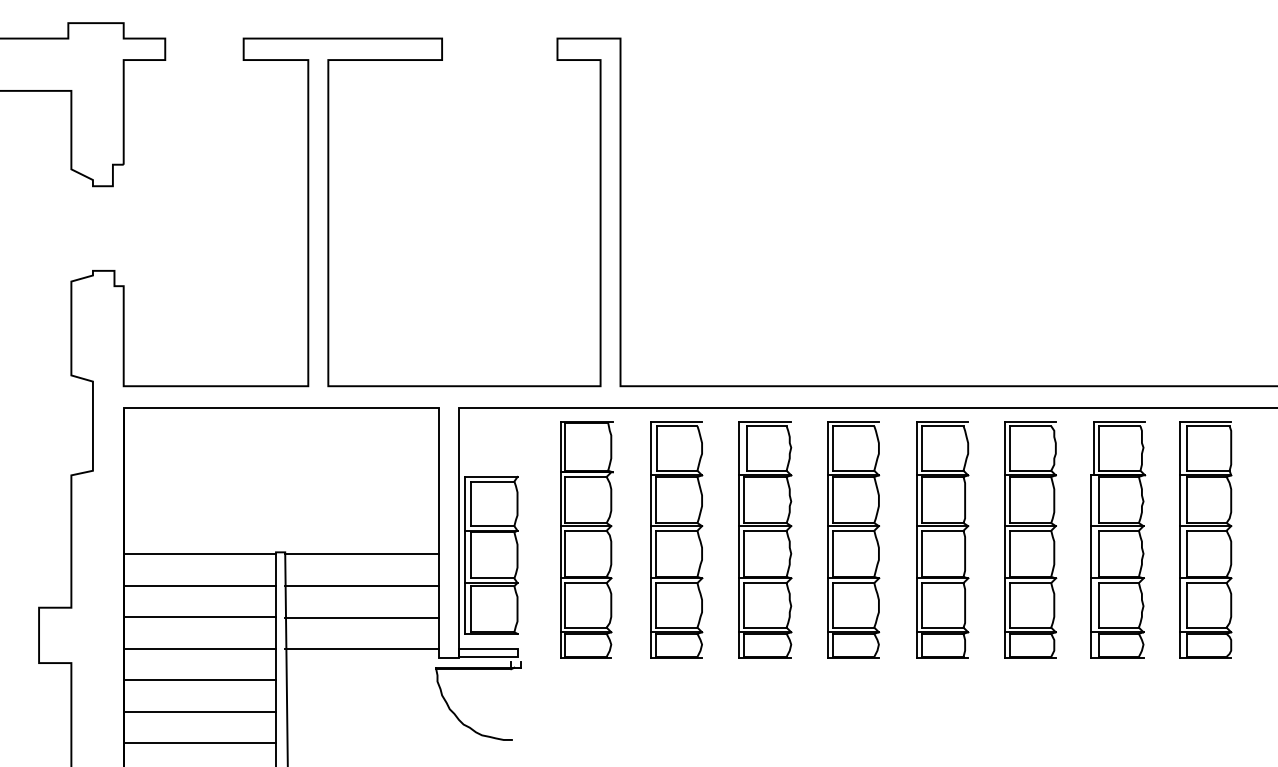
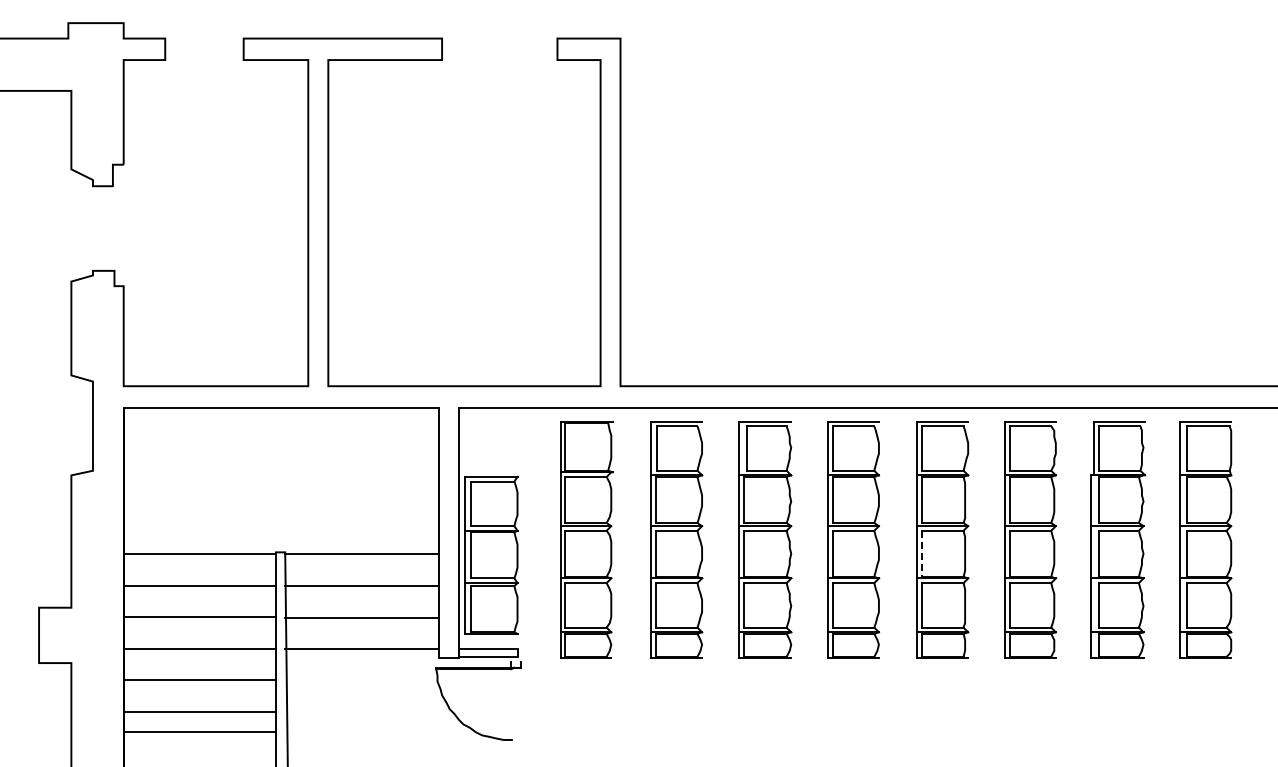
line at (922, 554): solid -> dashed
line at (199, 743) position: (199, 743) -> (199, 732)
